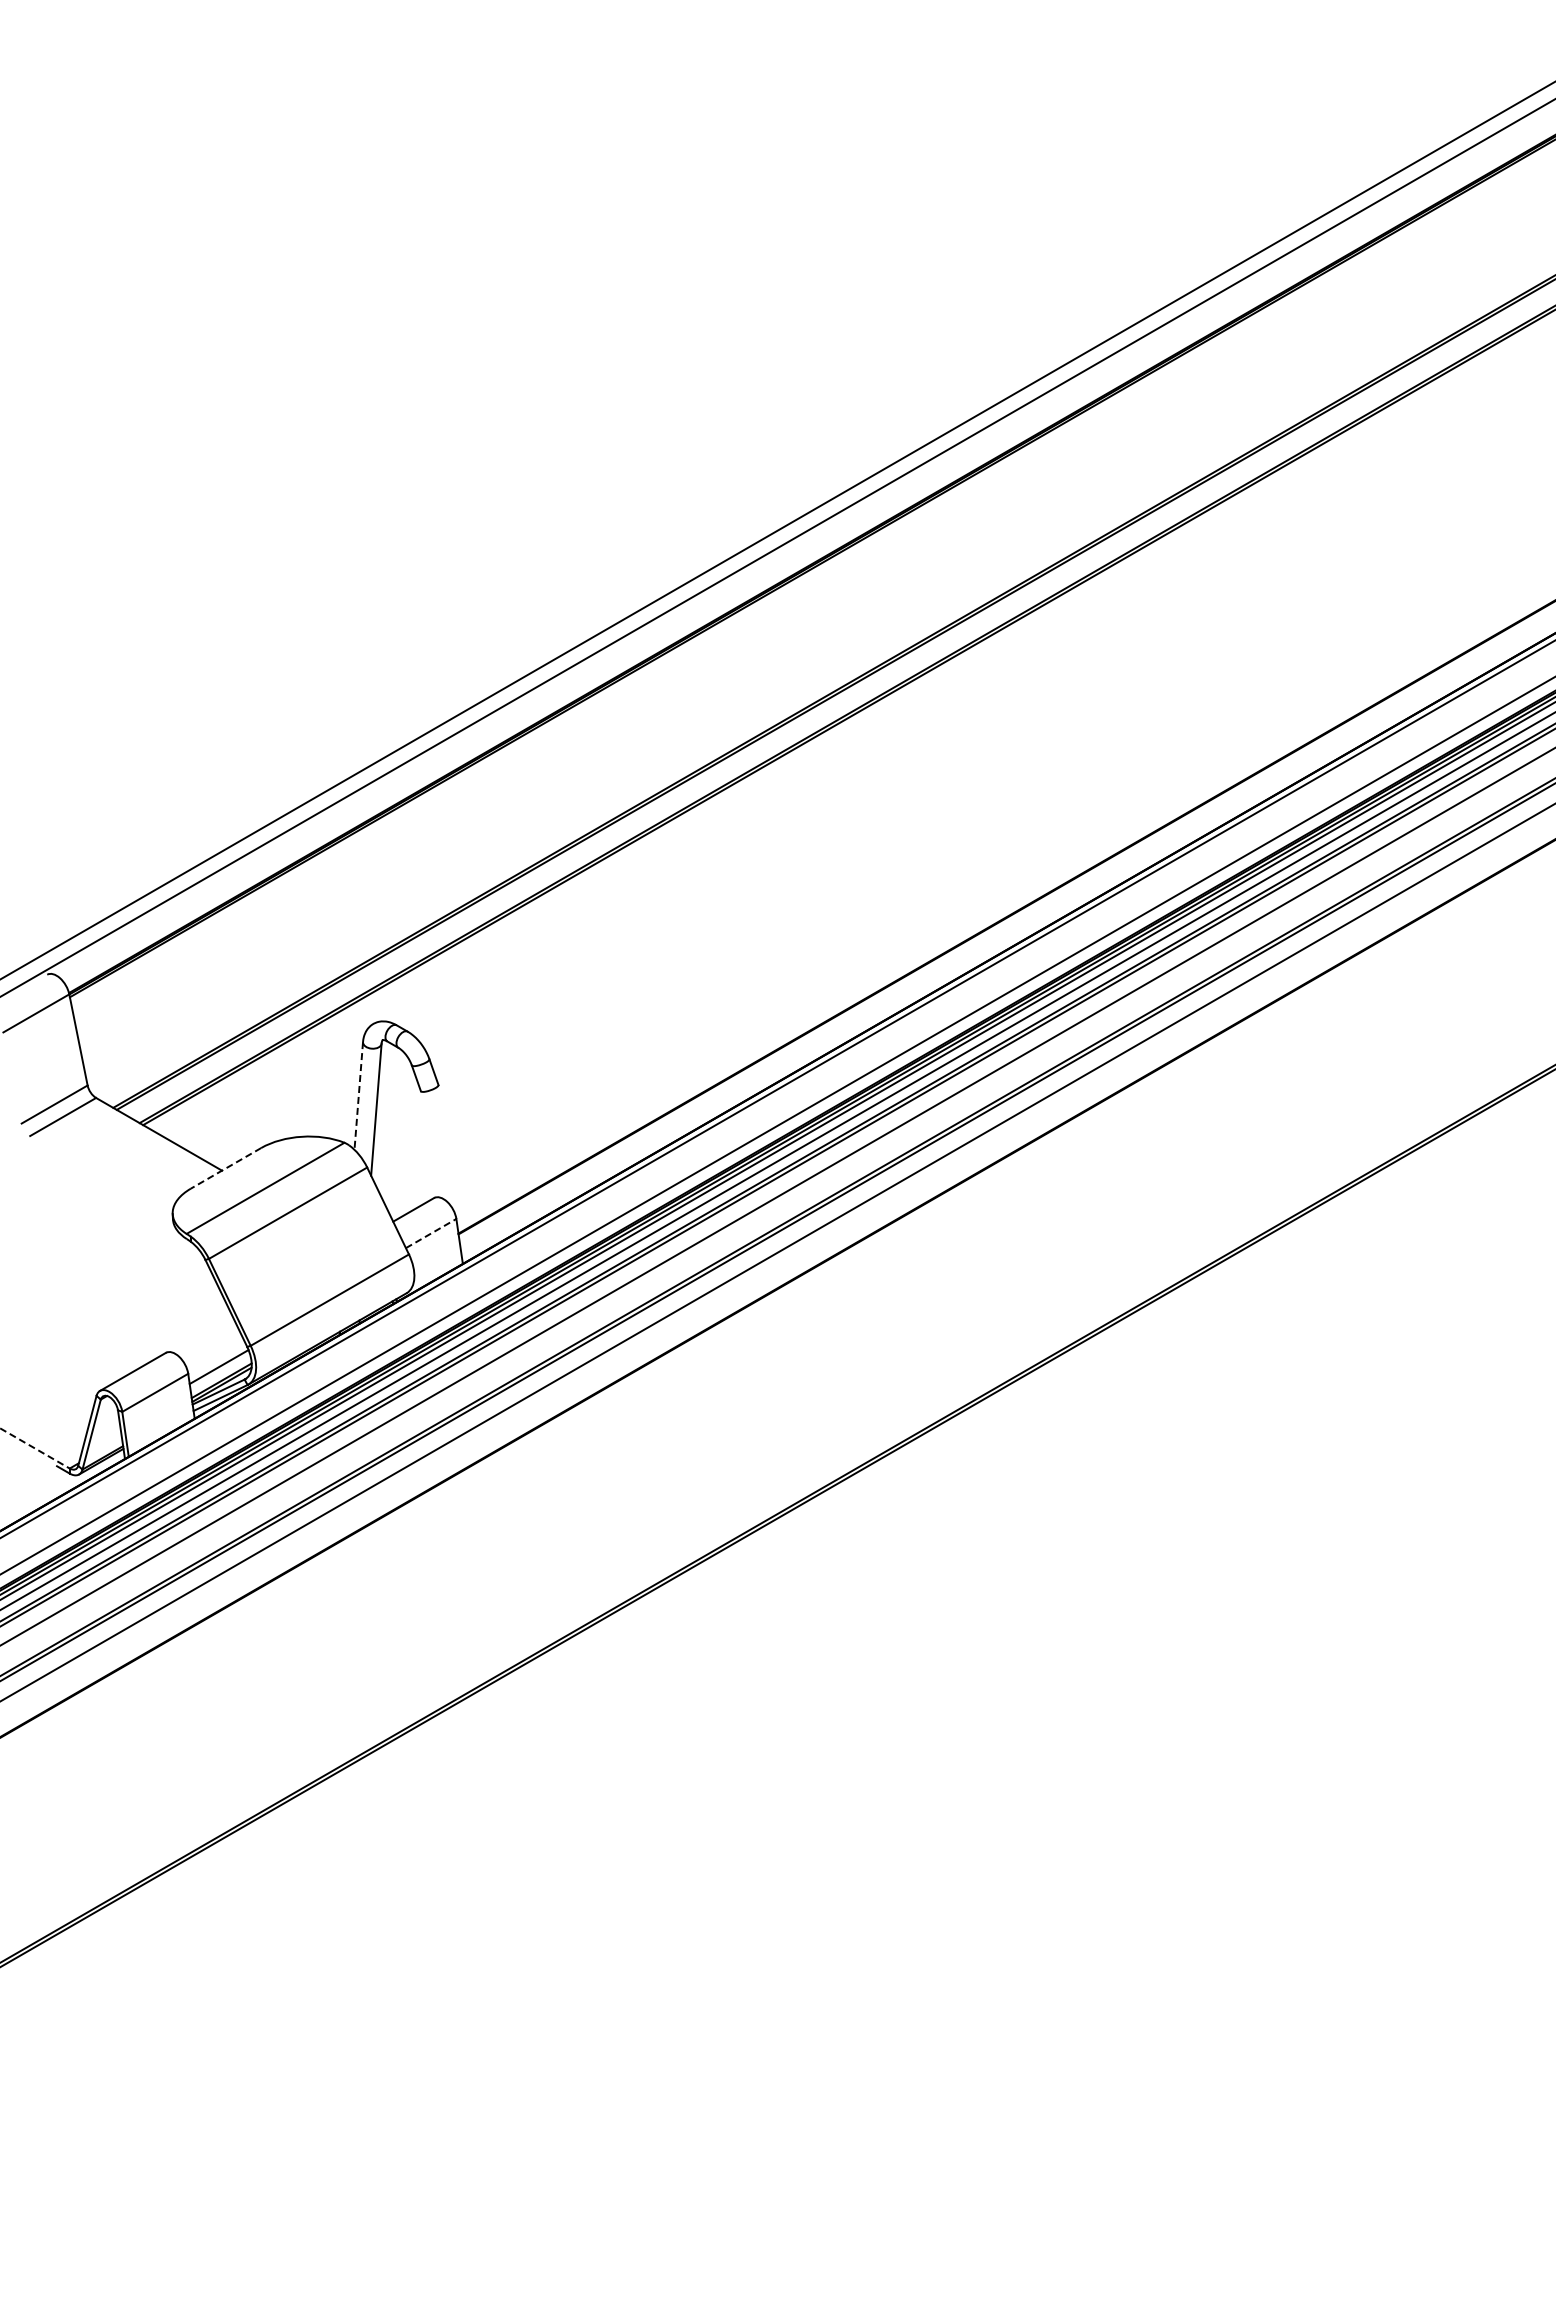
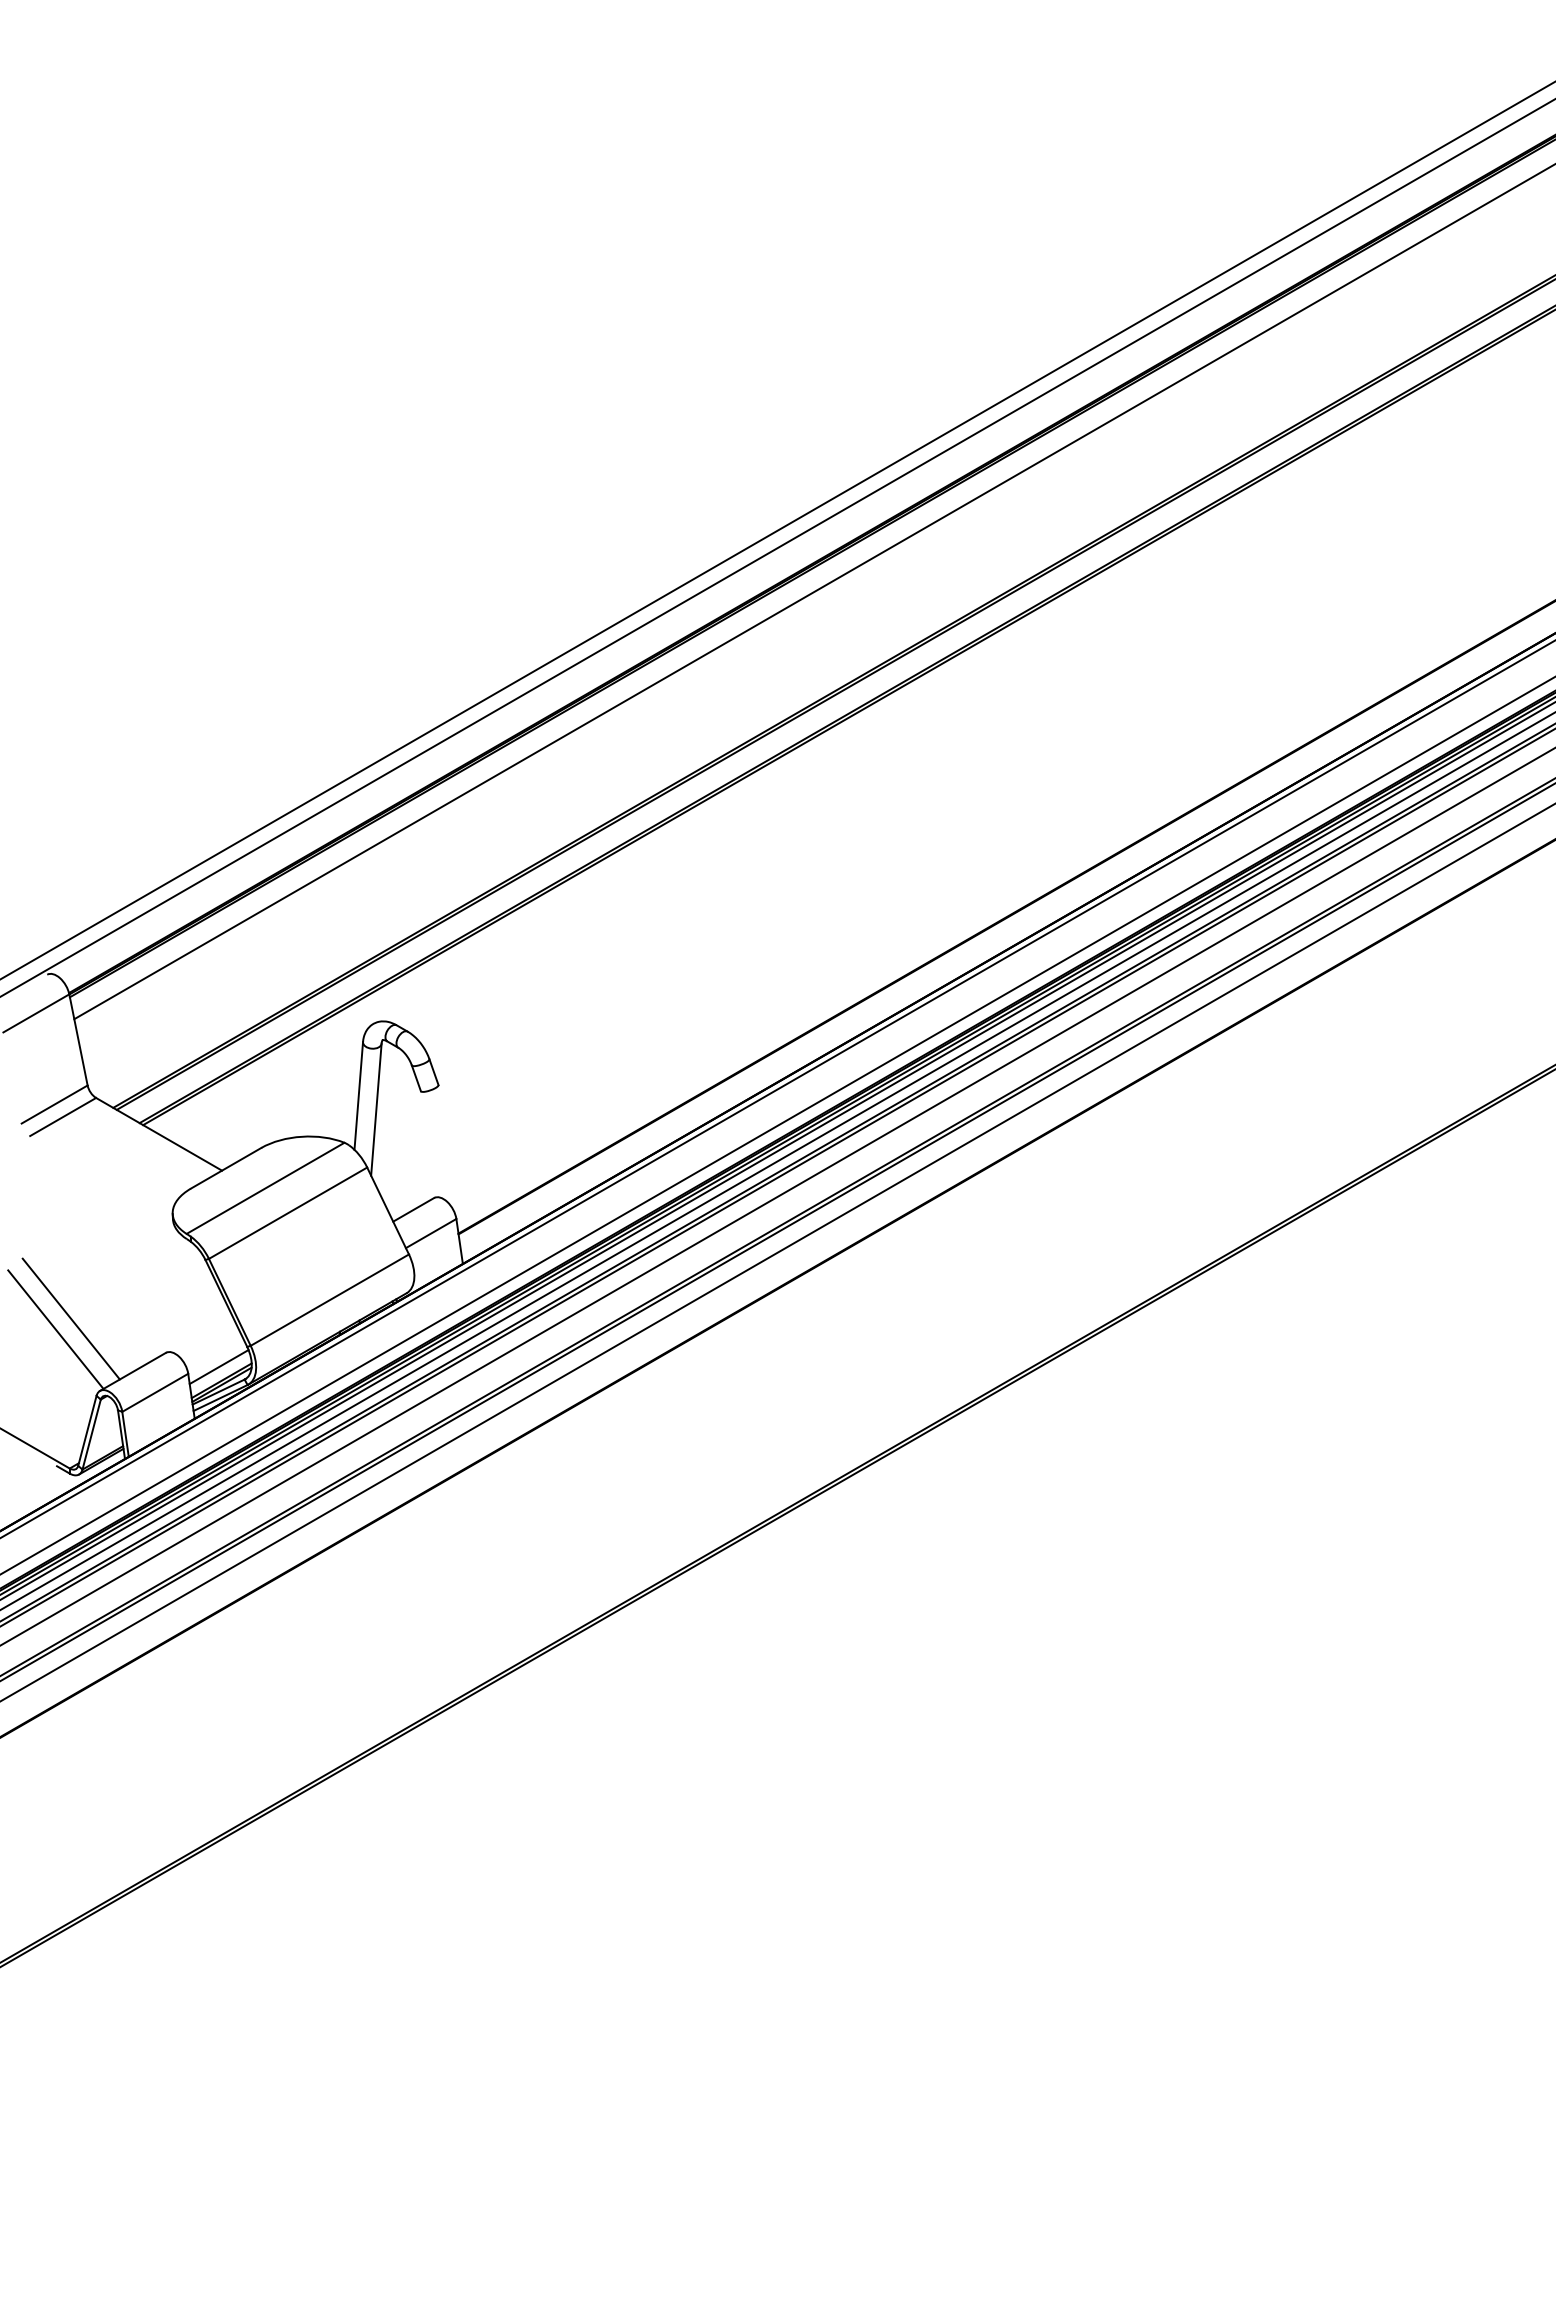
line at (813, 592): none -> present
line at (358, 1095): dashed -> solid
line at (226, 1168): dashed -> solid
line at (431, 1233): dashed -> solid
line at (70, 1318): none -> present
line at (55, 1329): none -> present
line at (35, 1448): dashed -> solid
